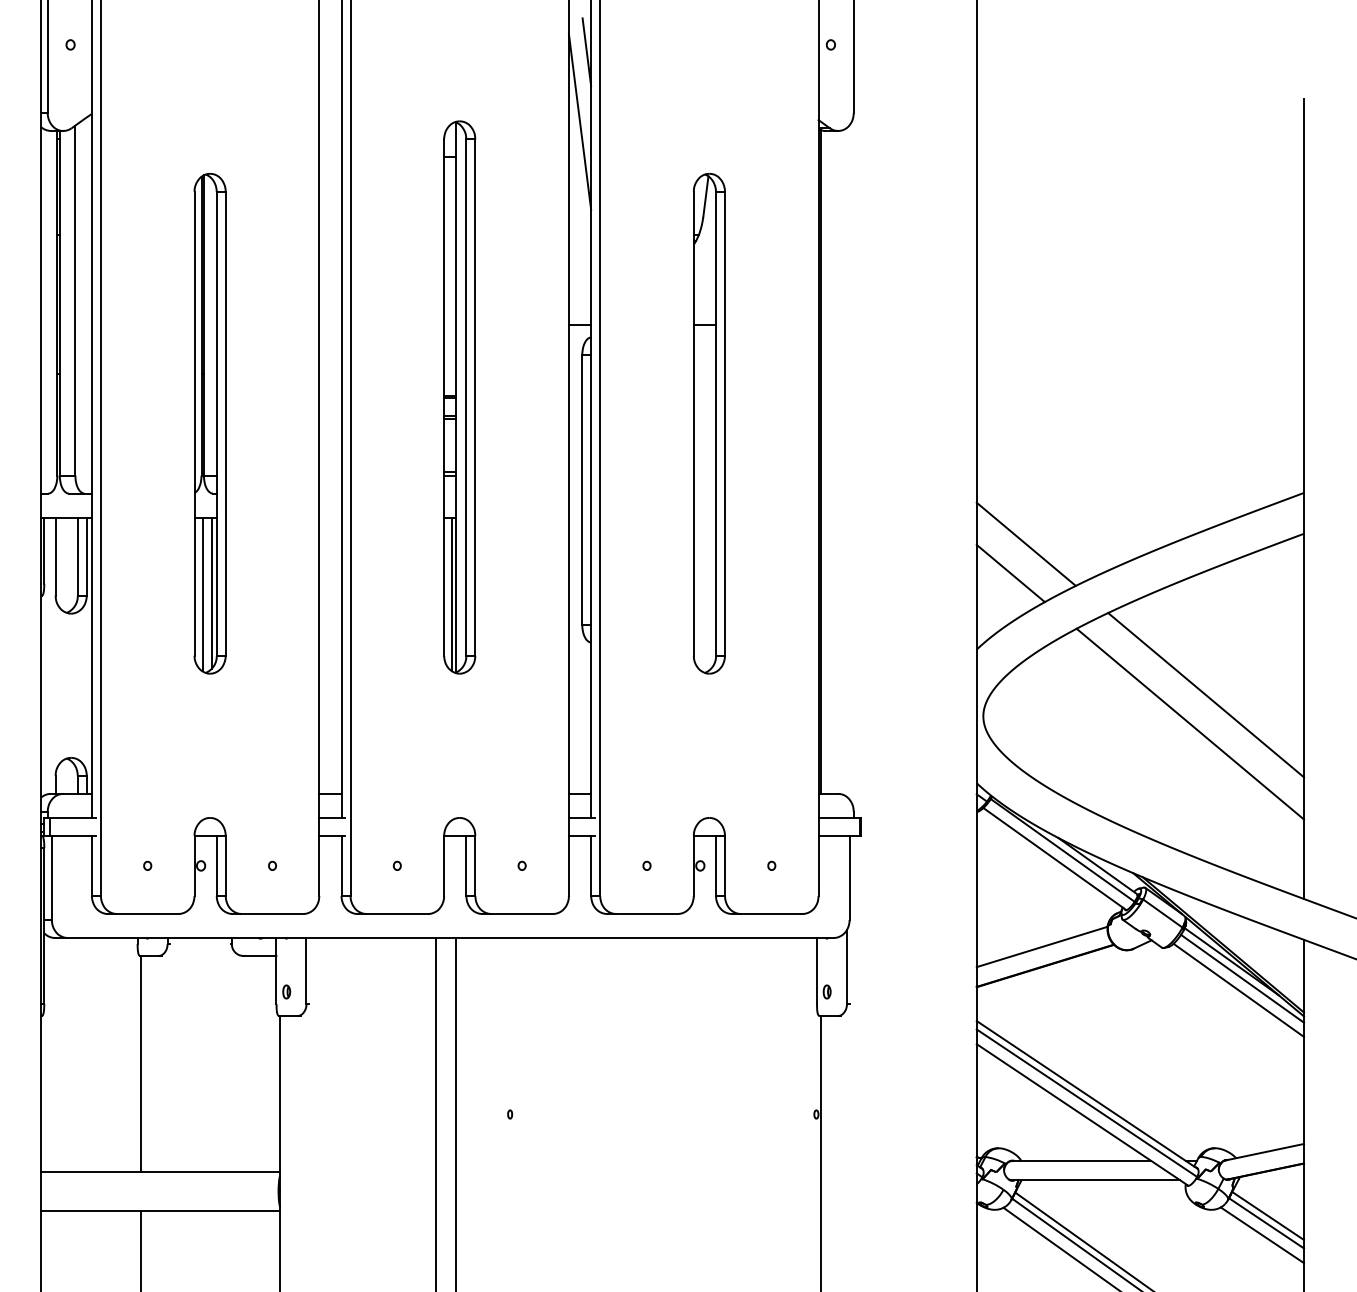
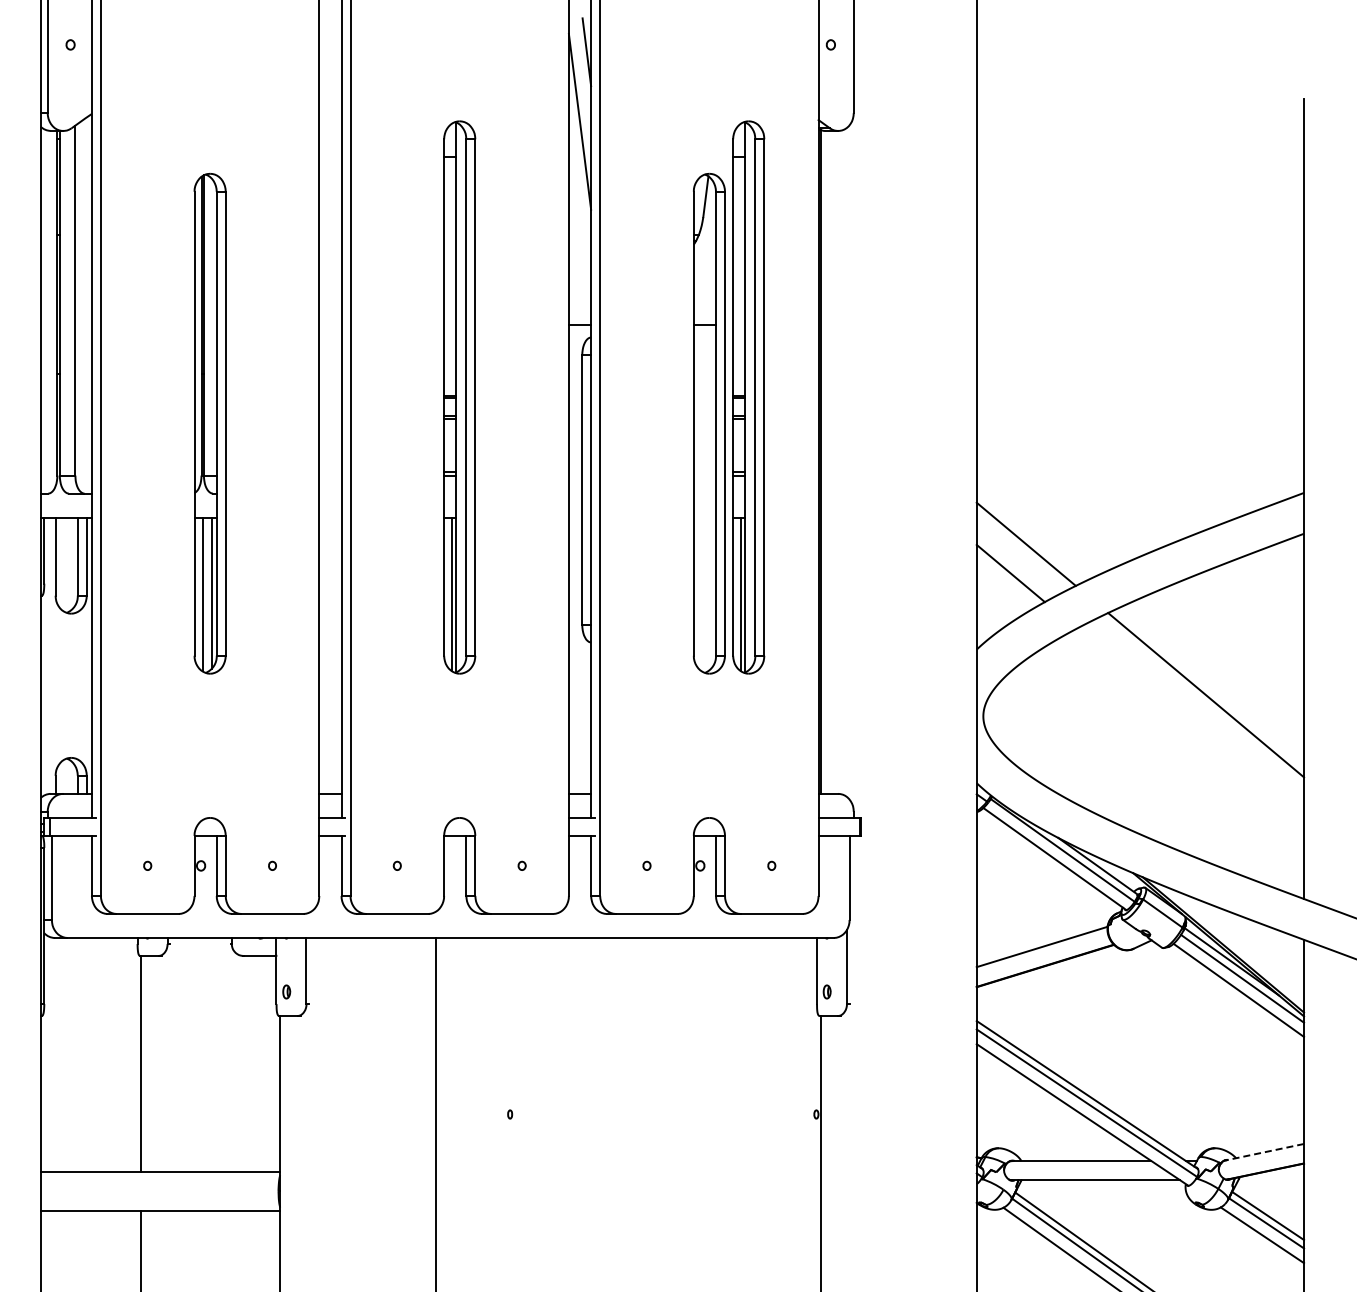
part at (748, 397): none -> present
line at (1190, 723): present -> none
line at (456, 1112): present -> none
line at (1264, 1152): solid -> dashed
